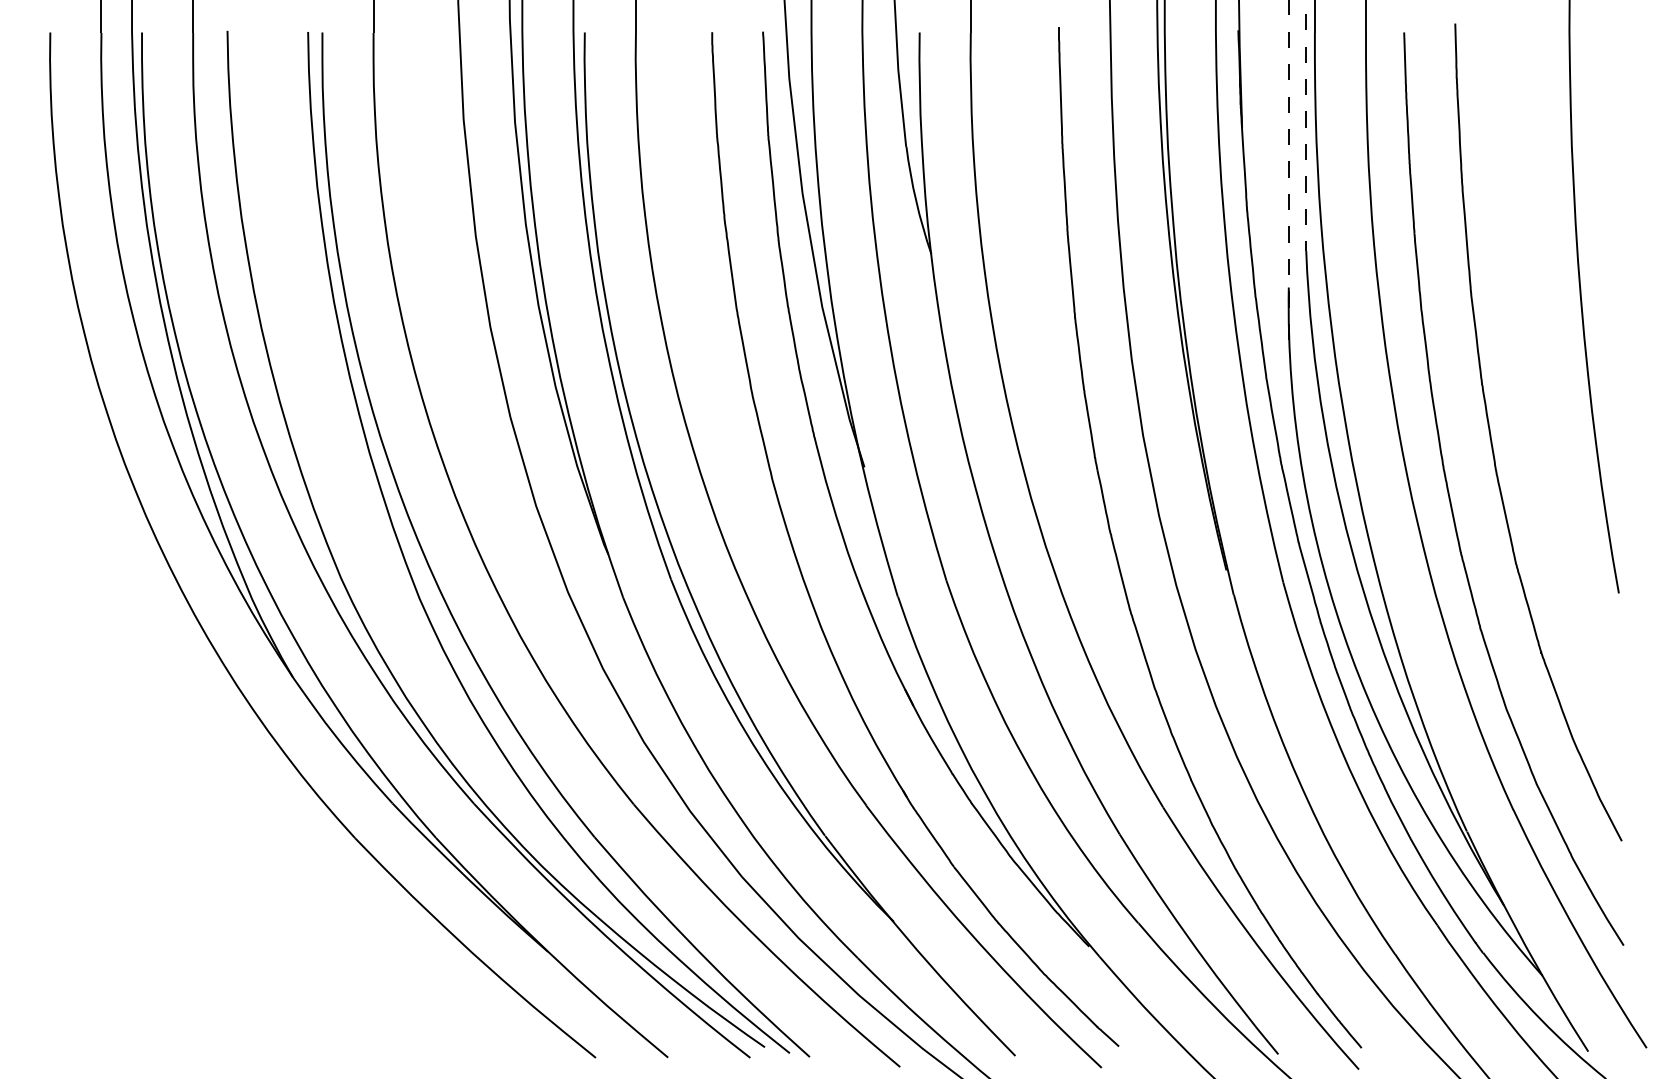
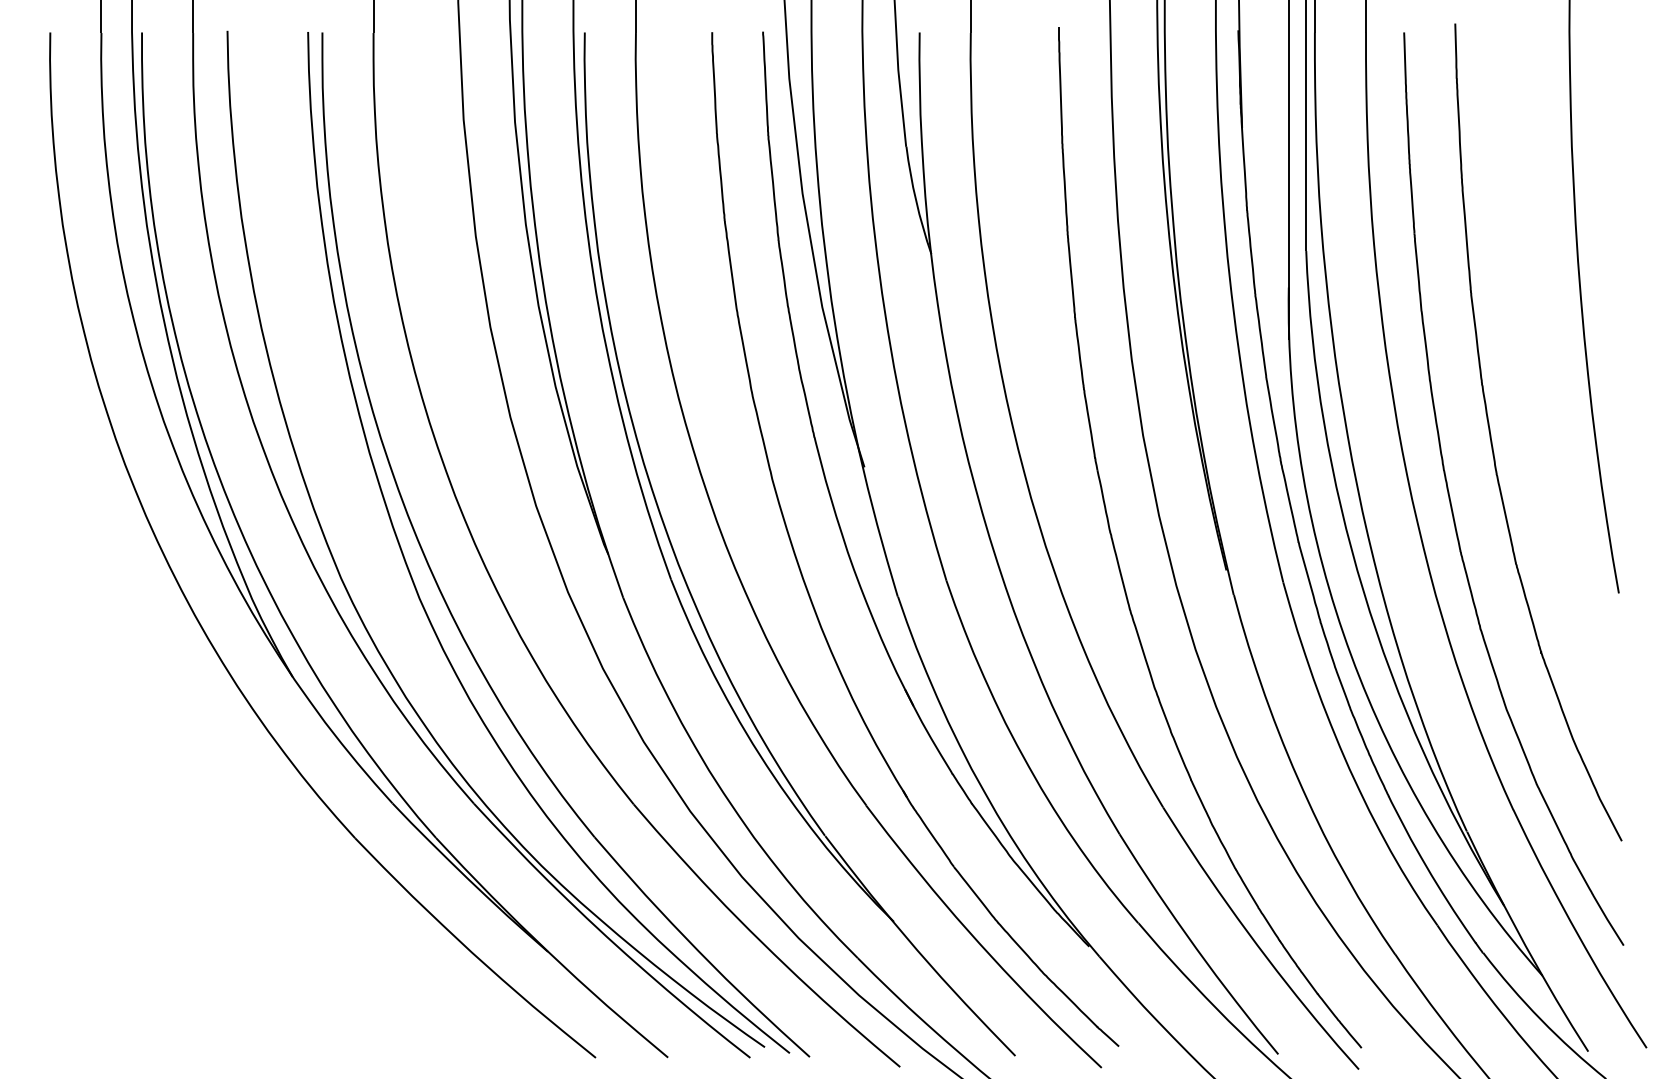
line at (1306, 126): dashed -> solid
line at (1288, 170): dashed -> solid
